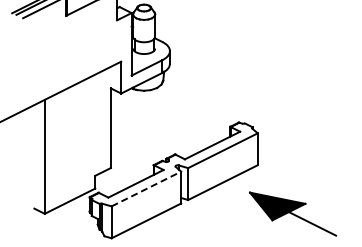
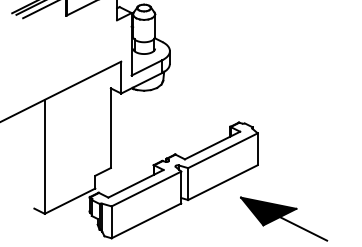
line at (146, 189): dashed -> solid
part at (293, 213) position: (293, 213) -> (284, 218)
